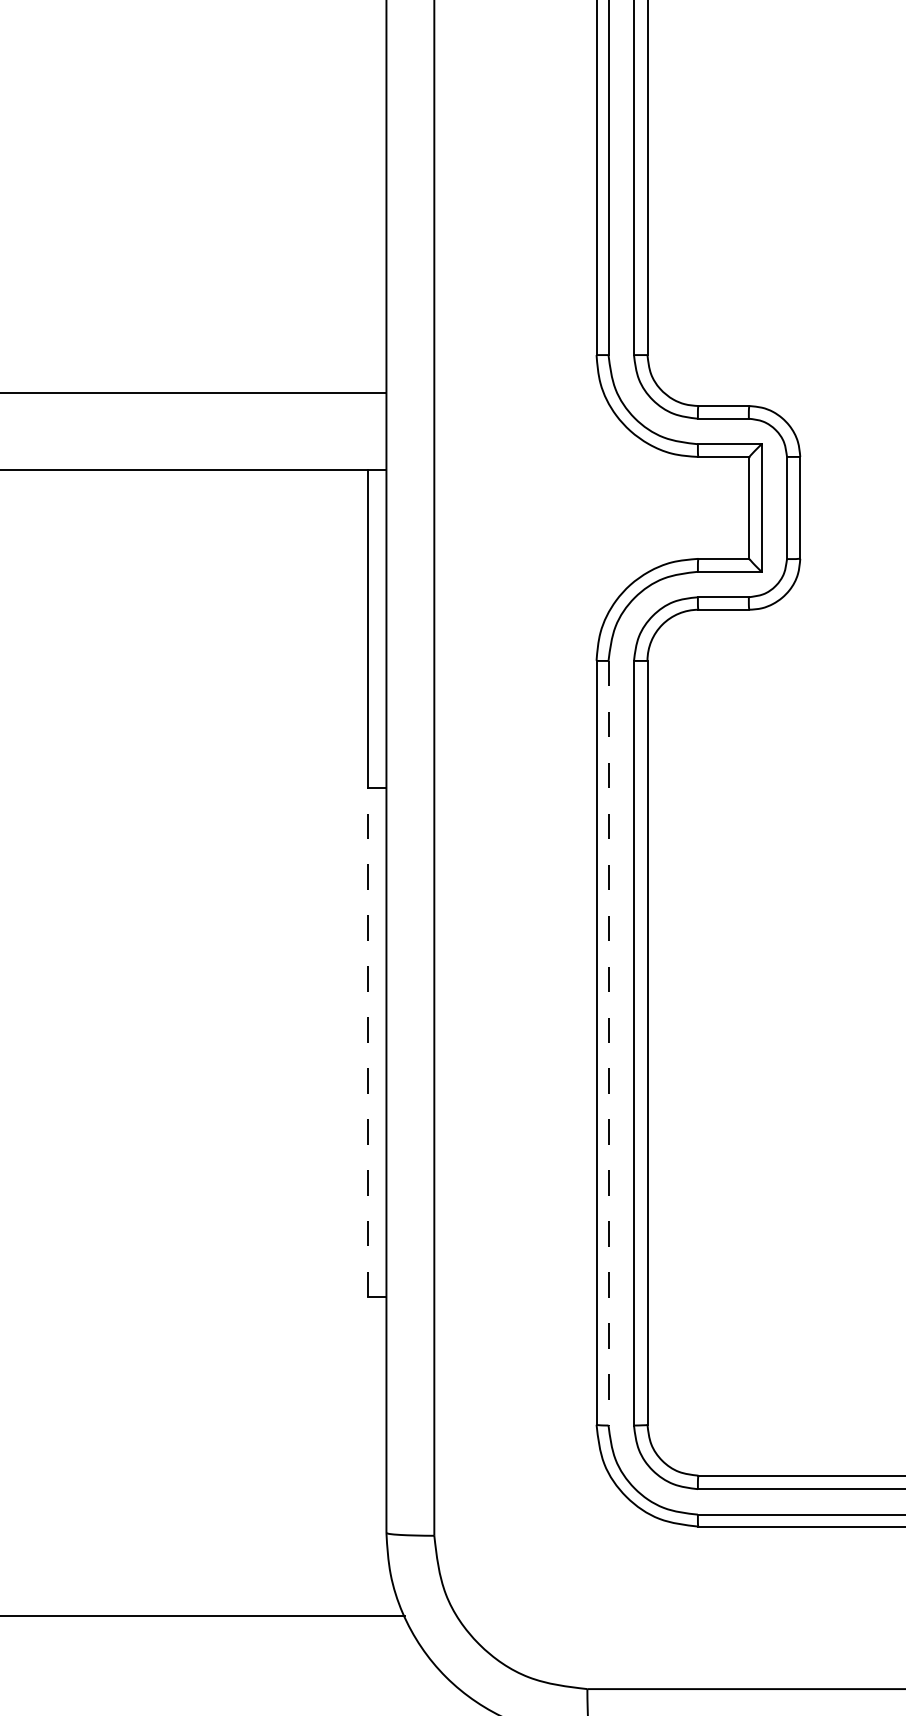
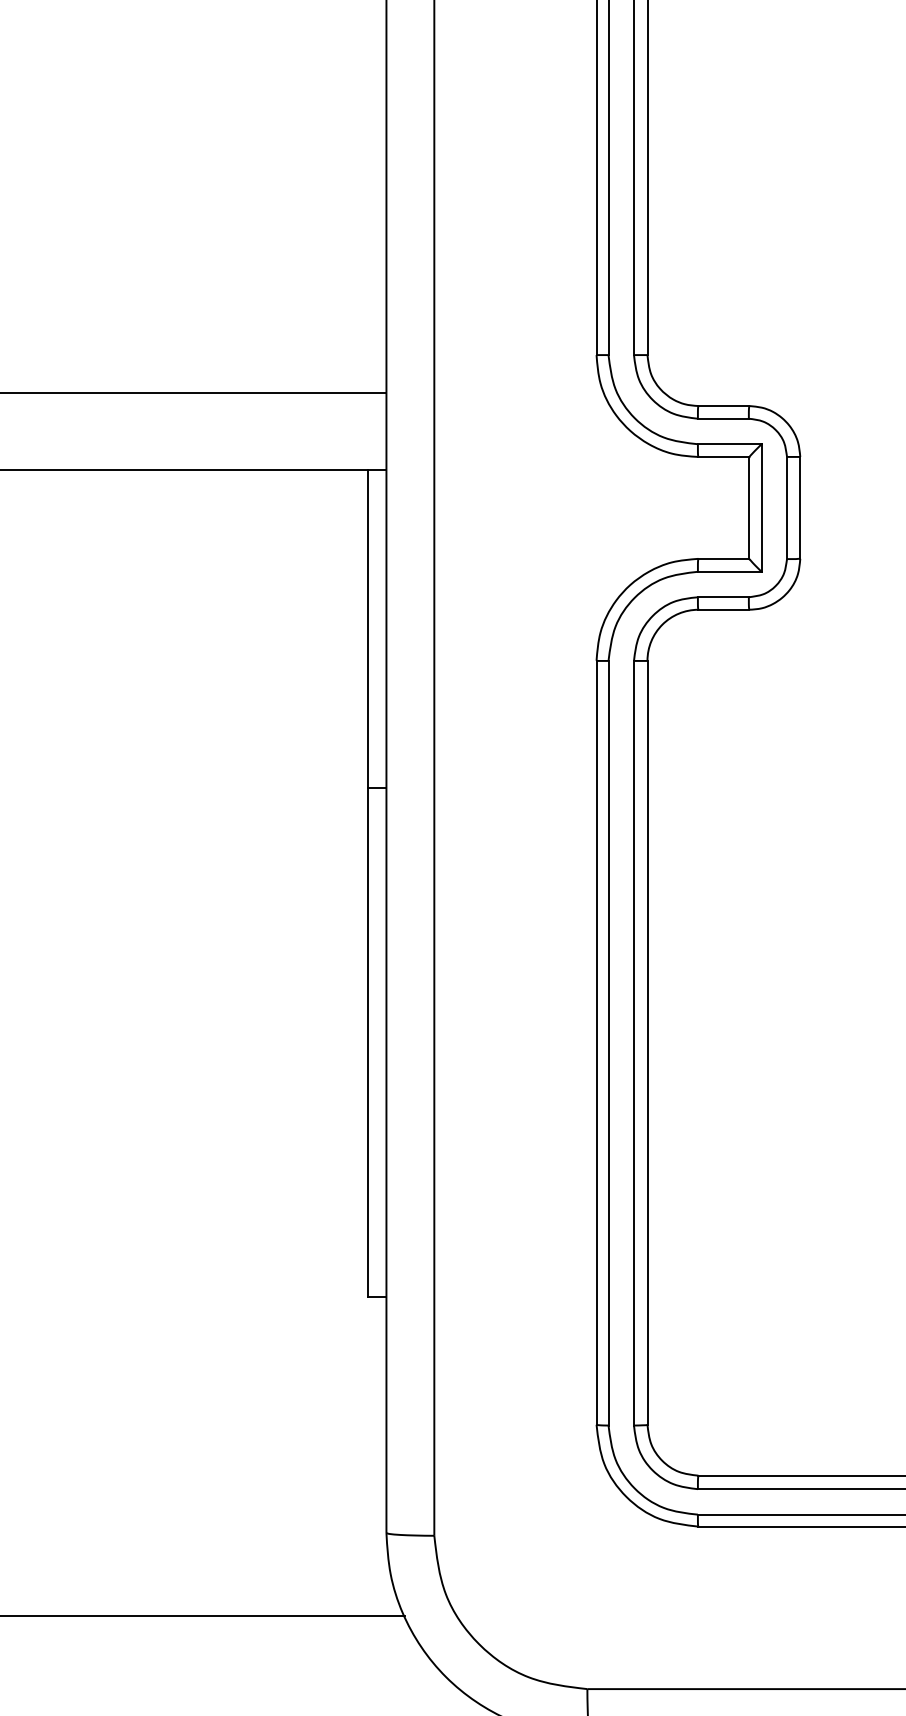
line at (367, 1042): dashed -> solid
line at (608, 1043): dashed -> solid
